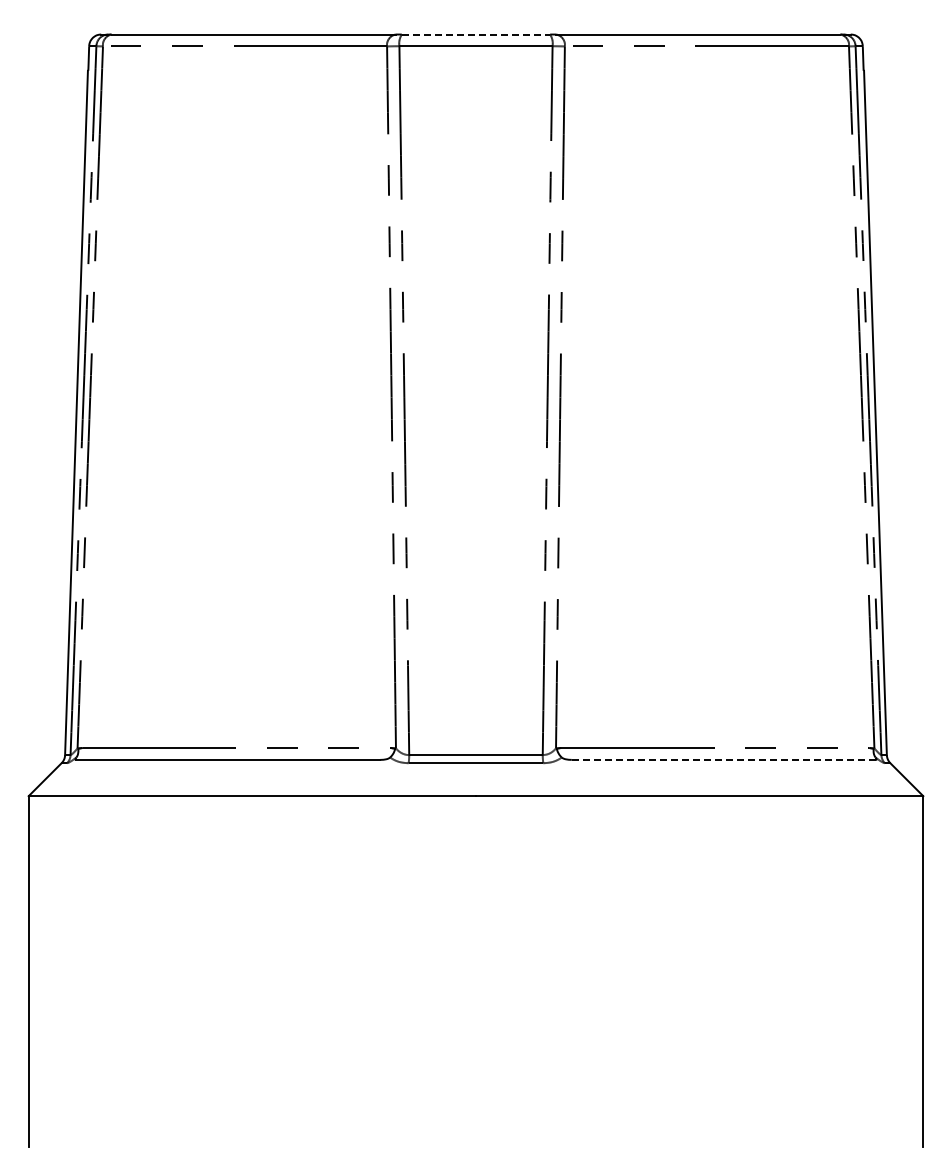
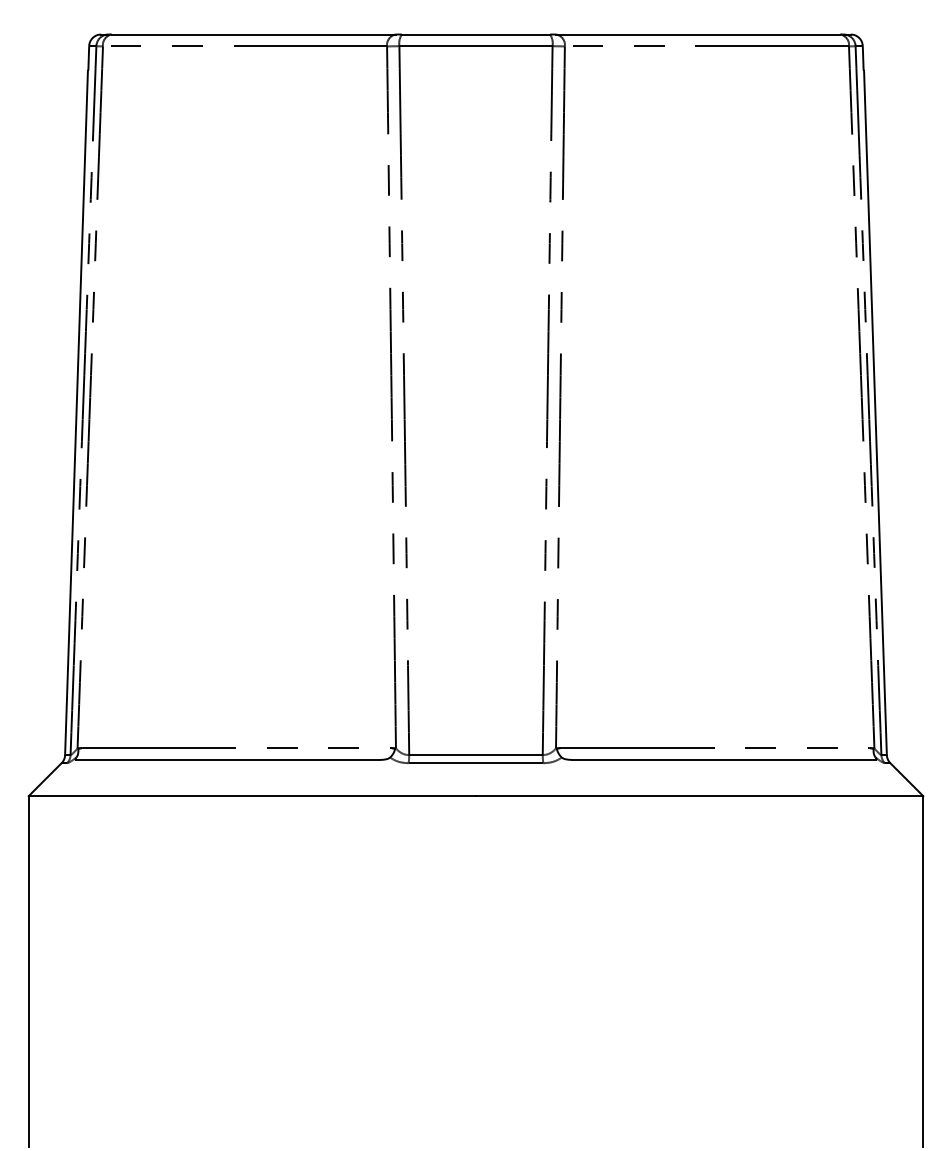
line at (476, 34): dashed -> solid
line at (723, 759): dashed -> solid
